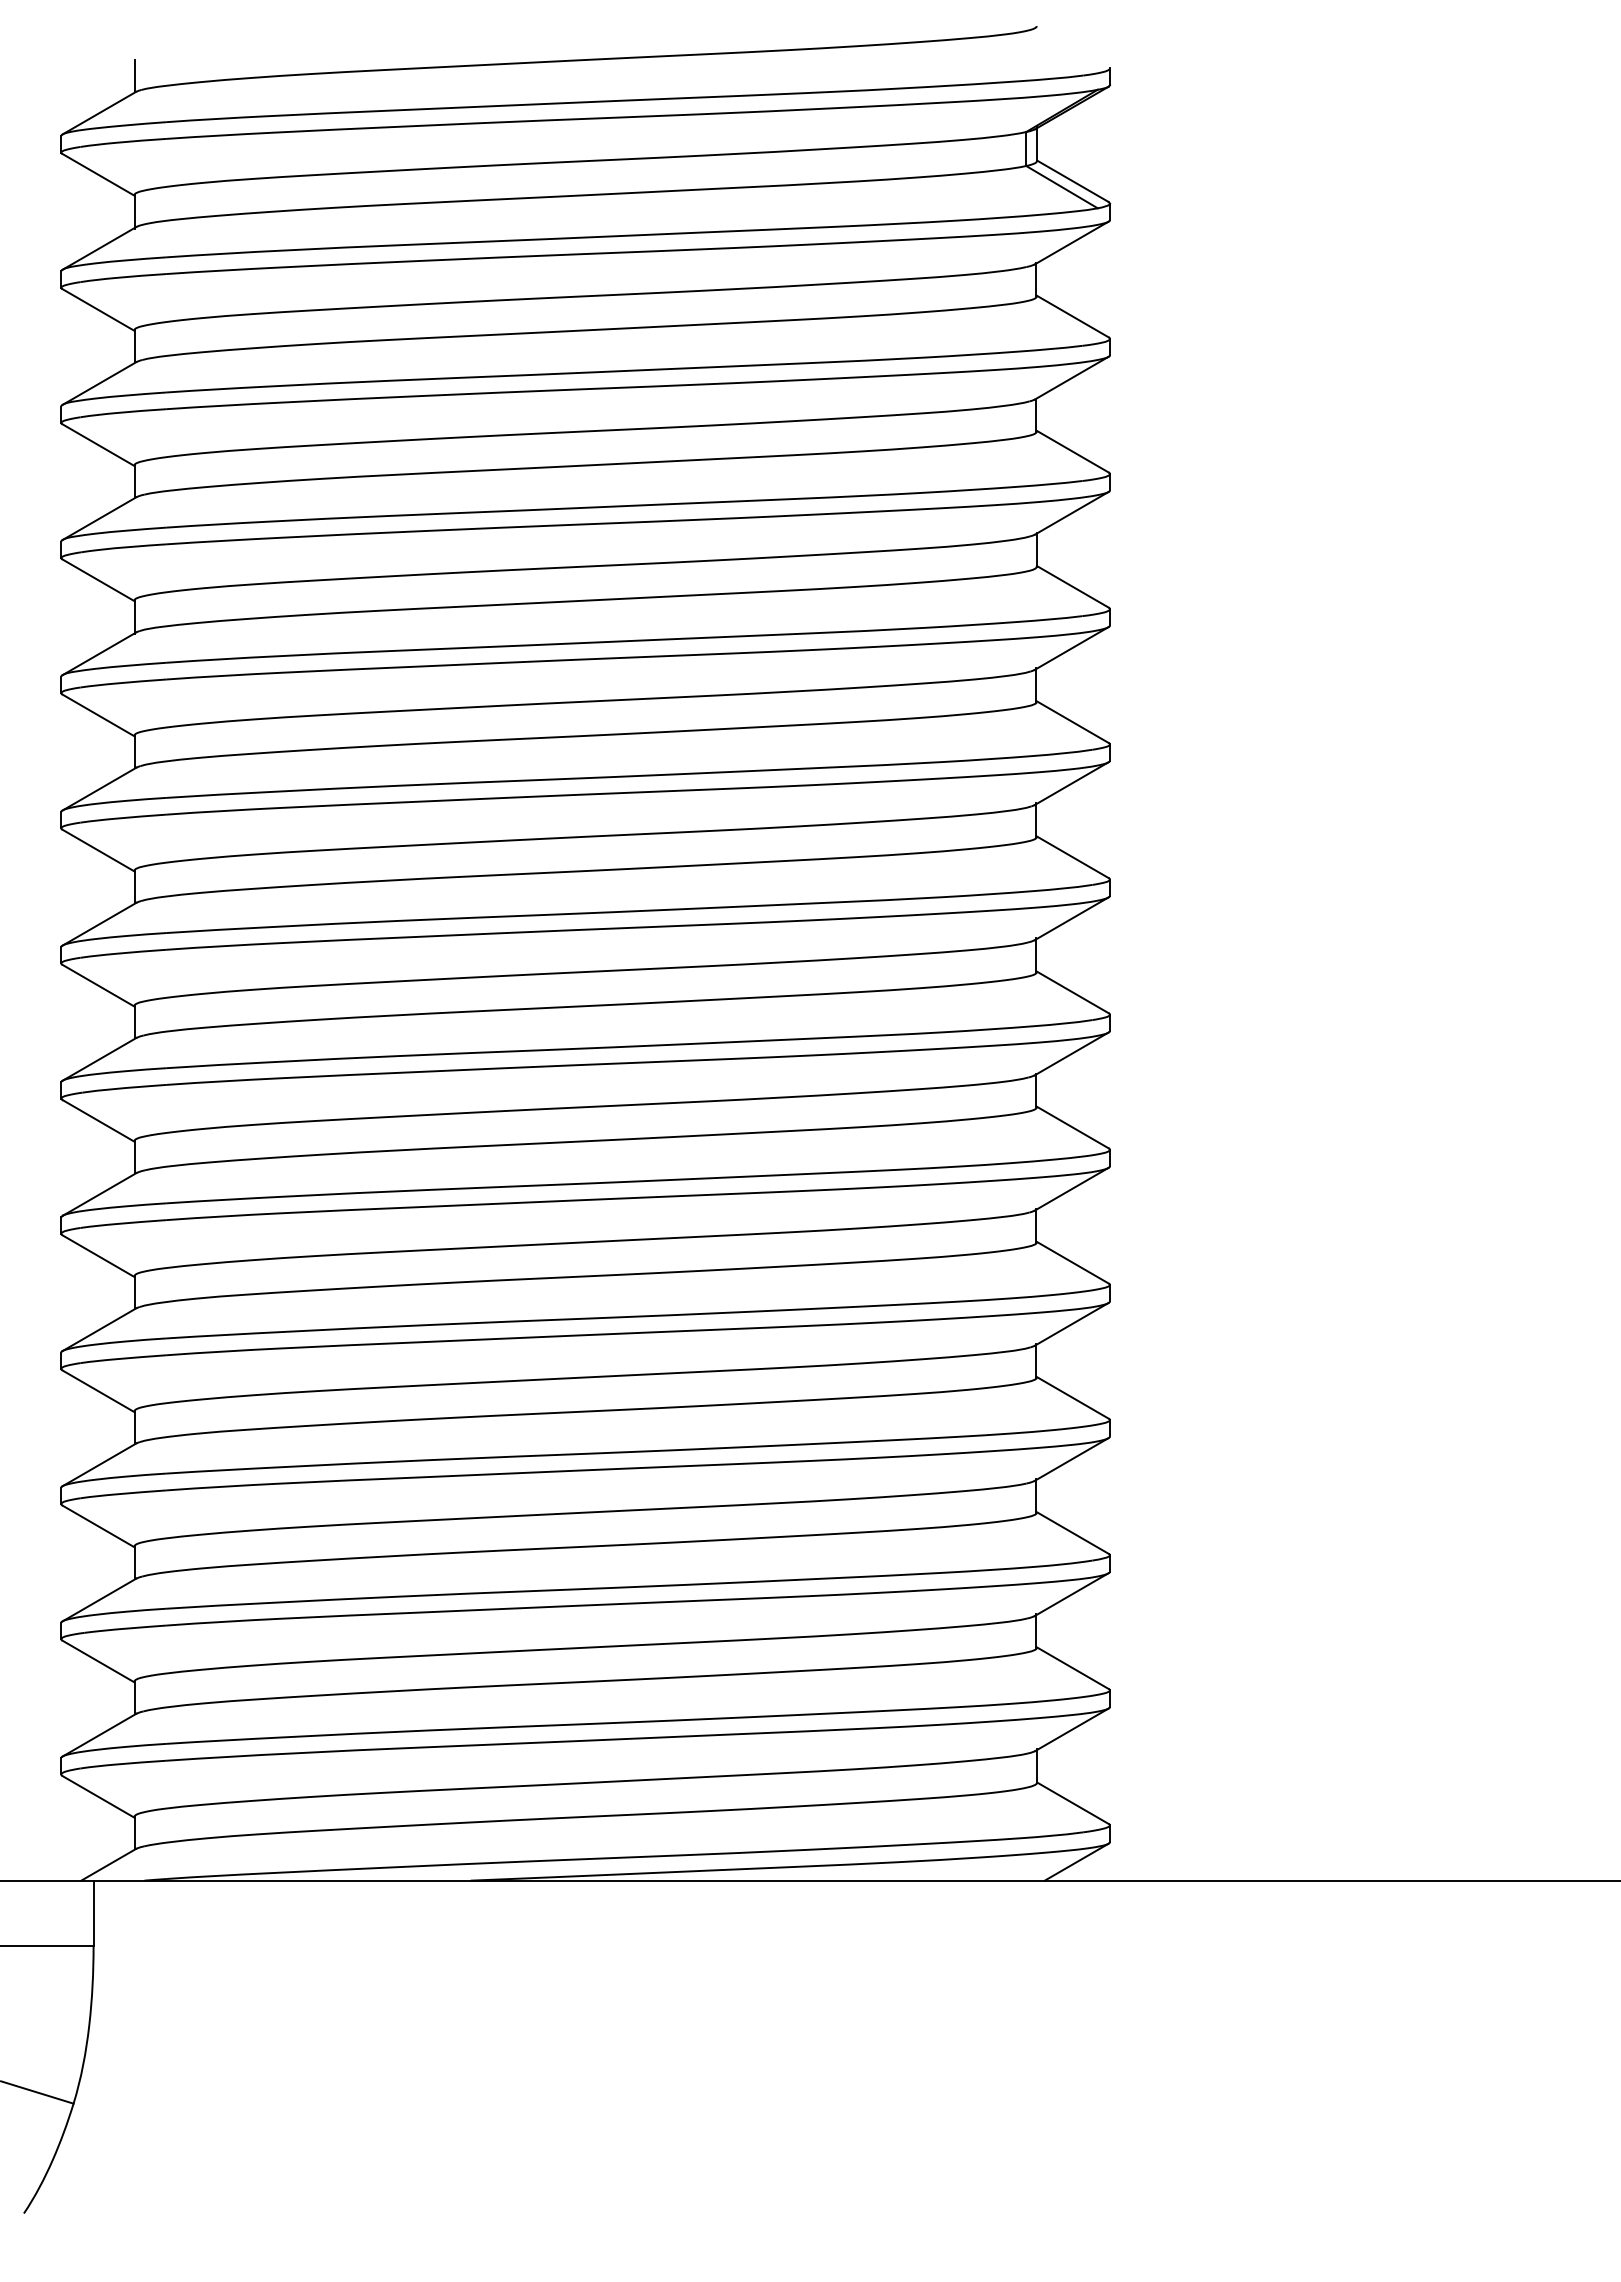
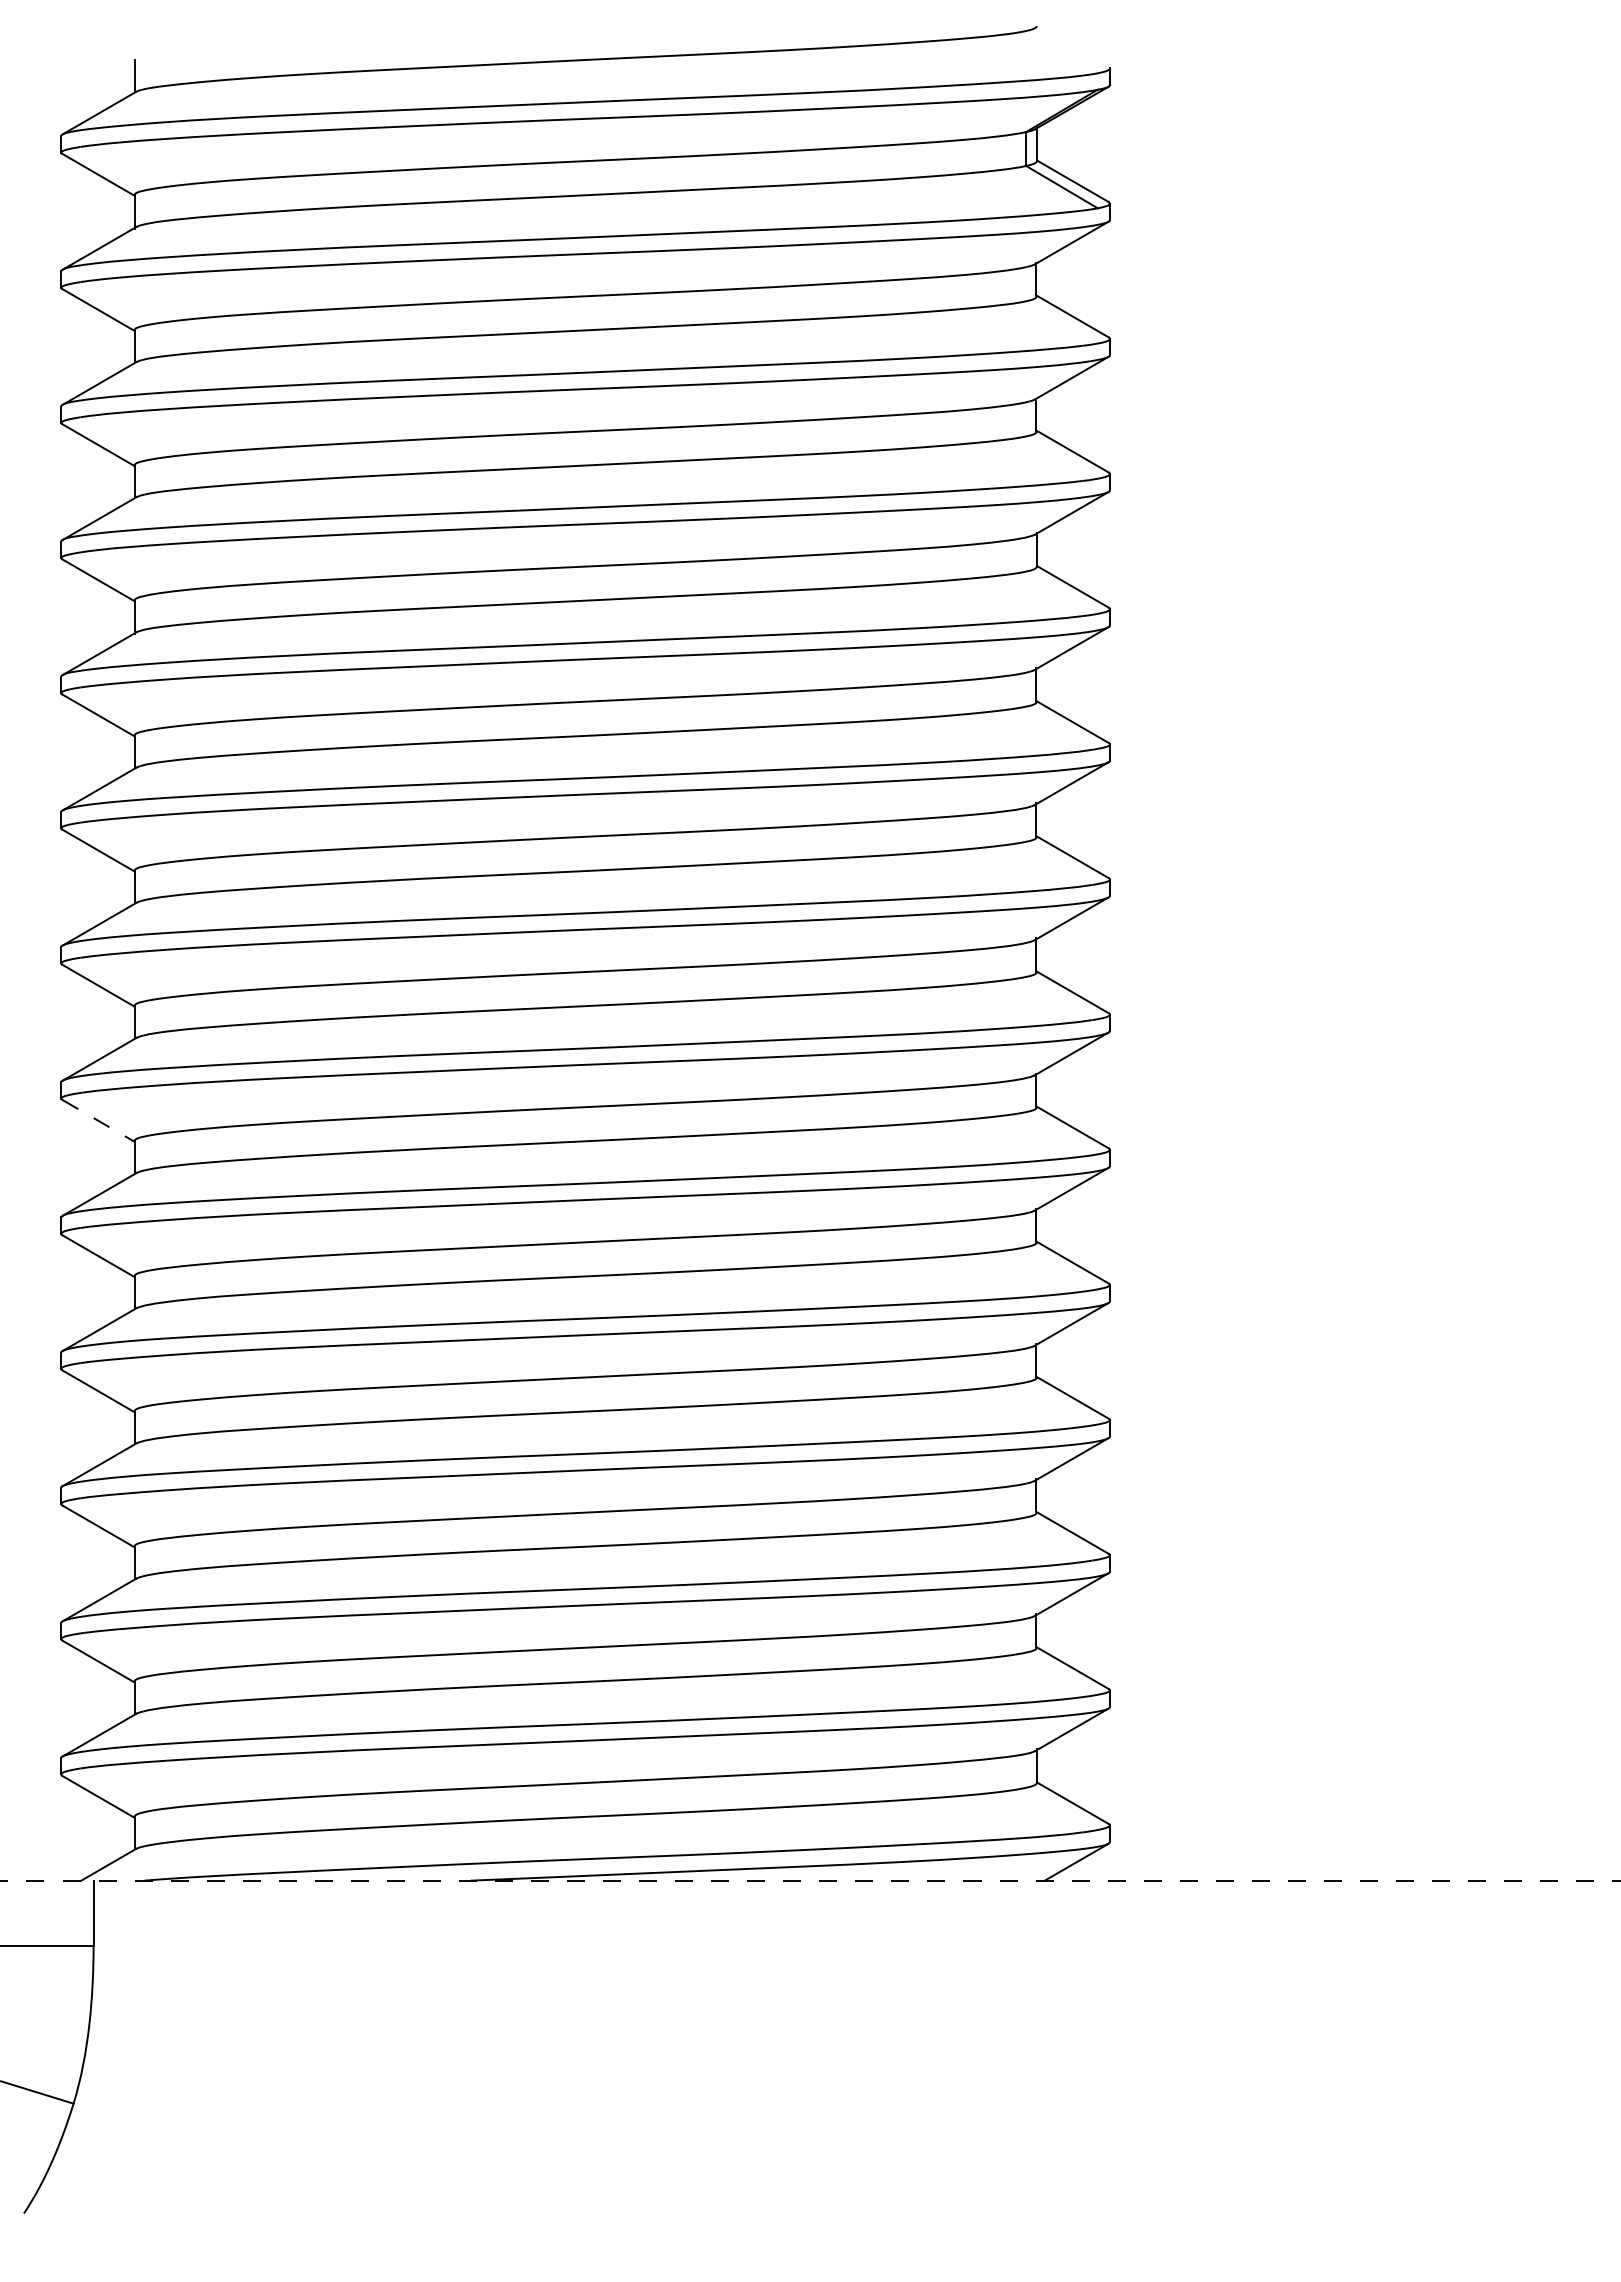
line at (98, 1120): solid -> dashed
line at (810, 1880): solid -> dashed
